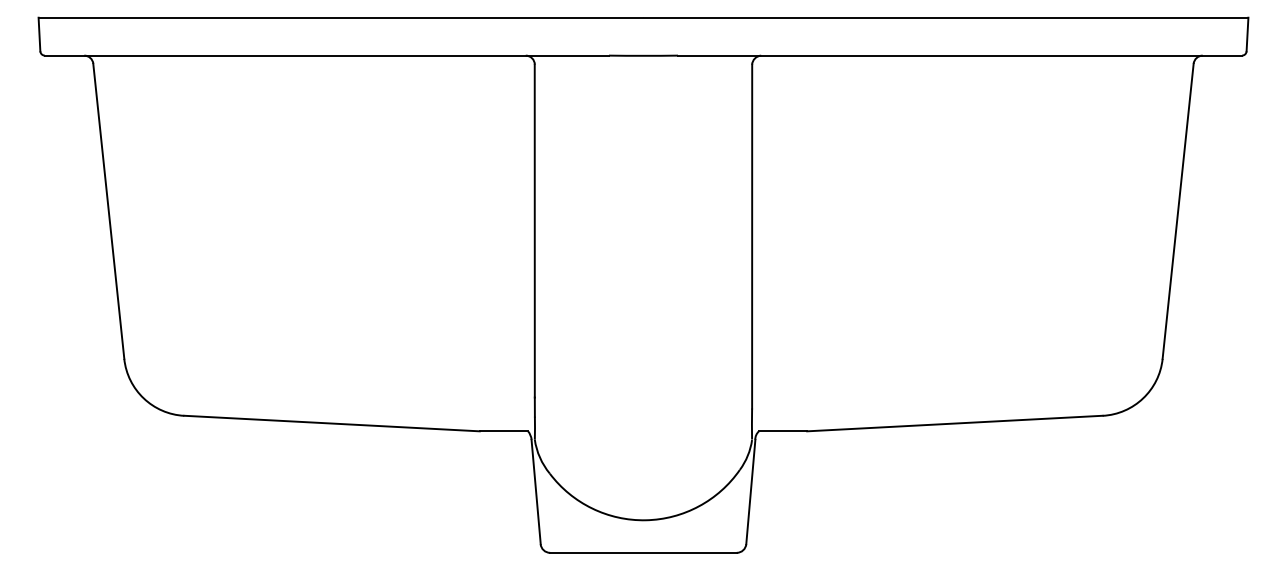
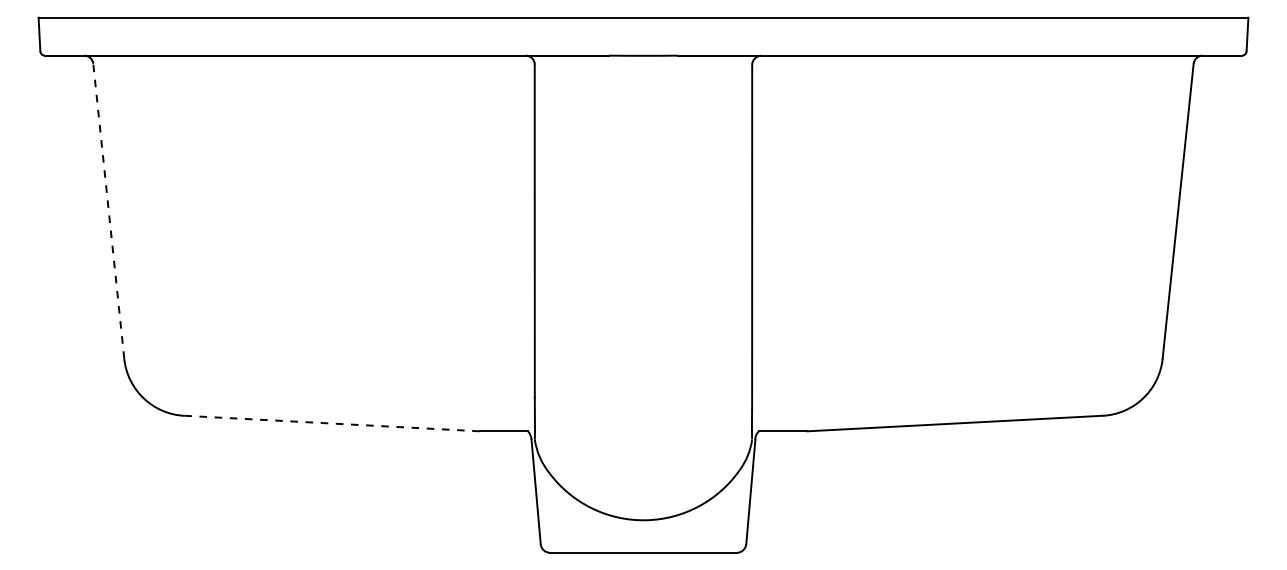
line at (108, 210): solid -> dashed
line at (332, 423): solid -> dashed
